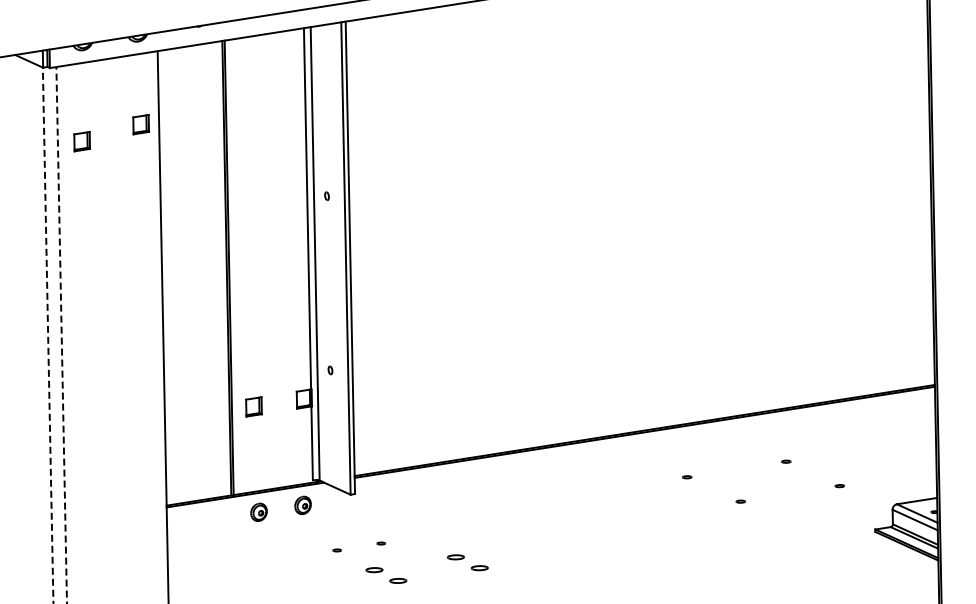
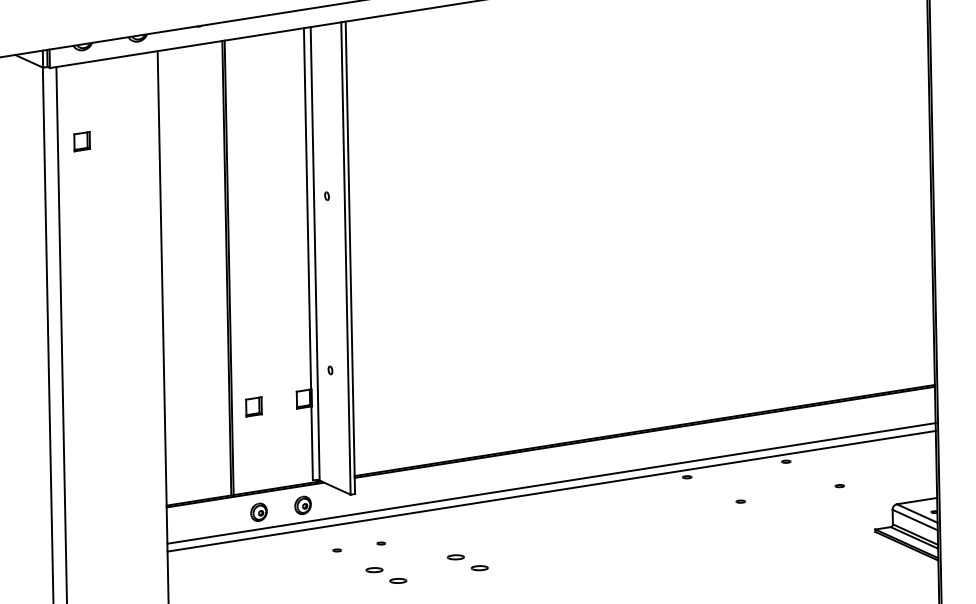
part at (141, 124): present -> none
line at (61, 334): dashed -> solid
line at (48, 335): dashed -> solid
line at (551, 483): none -> present
line at (551, 490): none -> present
